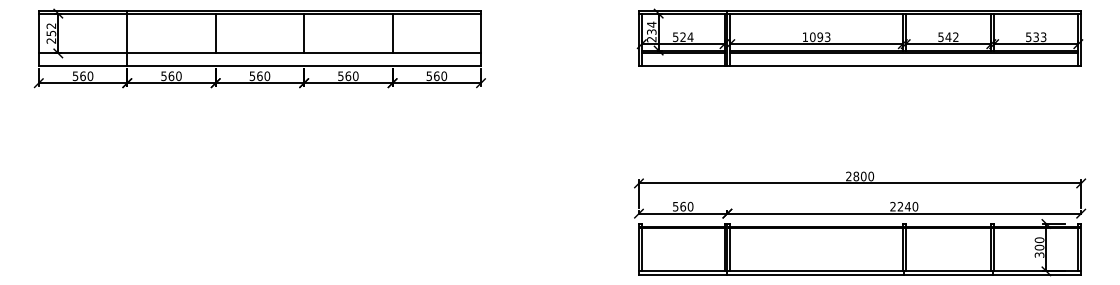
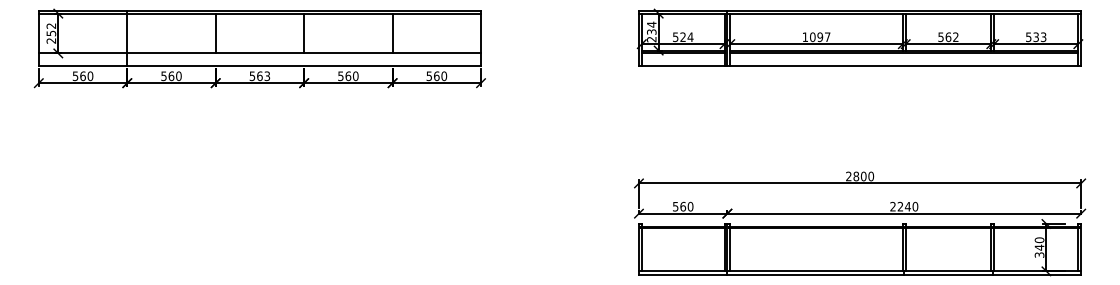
text at (827, 37): 1093 -> 1097
text at (948, 37): 542 -> 562
text at (267, 76): 560 -> 563
text at (1039, 247): 300 -> 340
